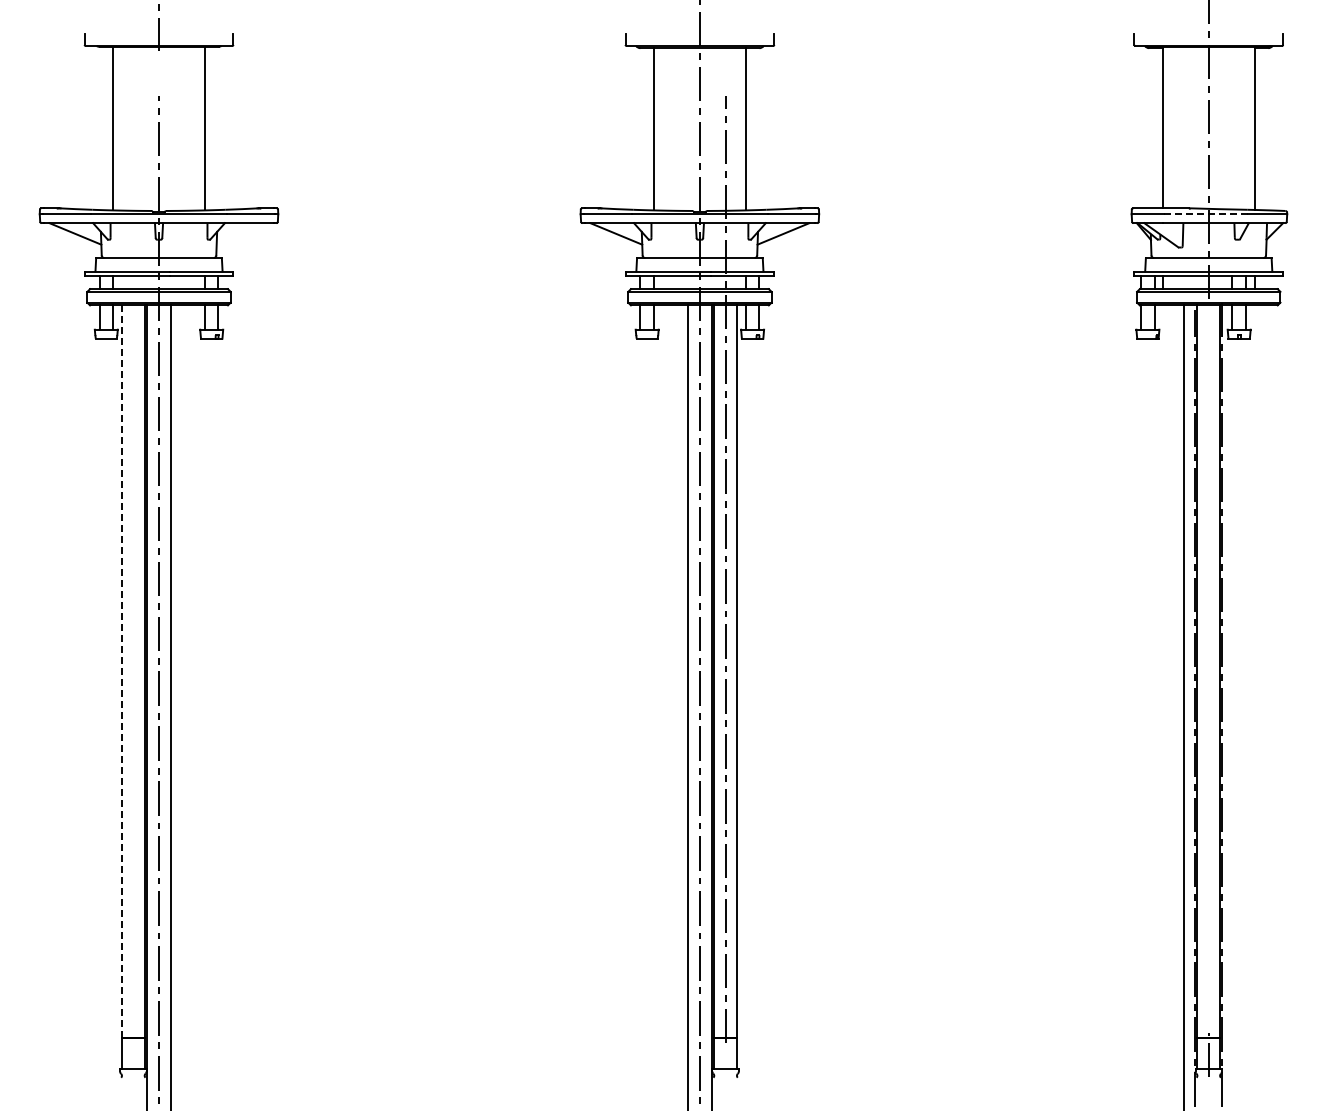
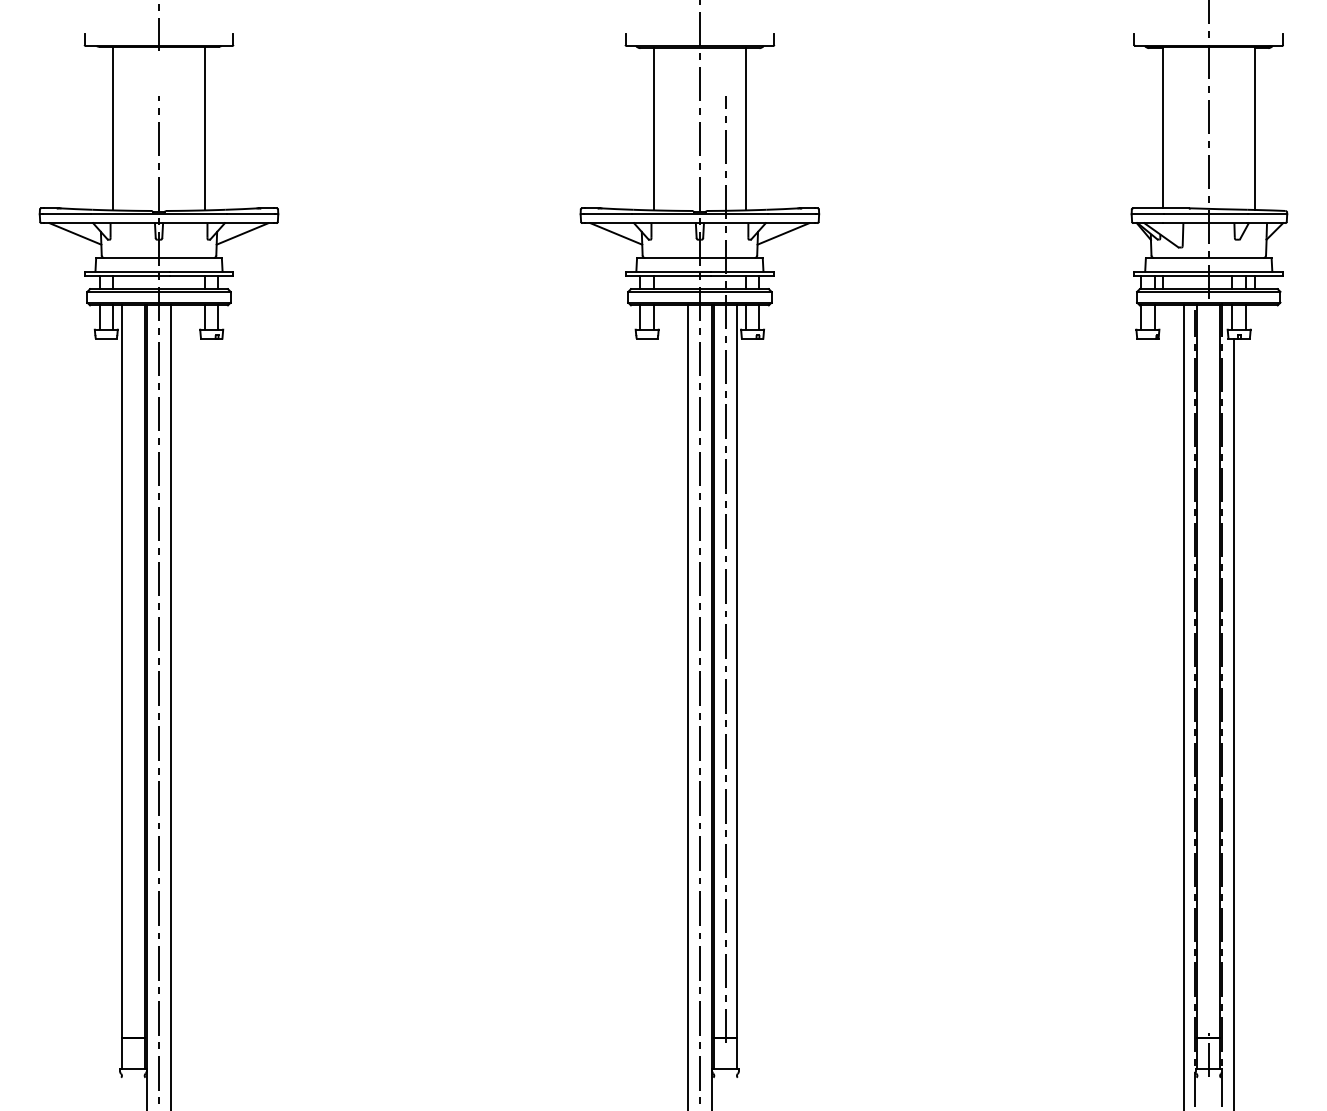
line at (1206, 214): dashed -> solid
line at (242, 233): none -> present
line at (121, 672): dashed -> solid
line at (1233, 722): none -> present
